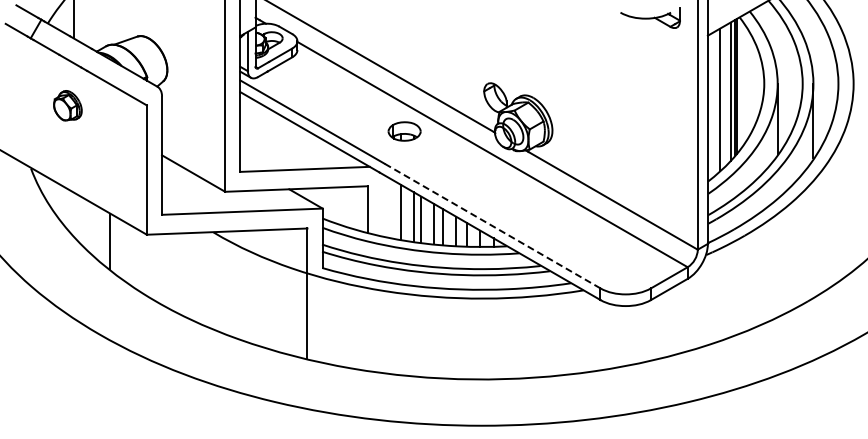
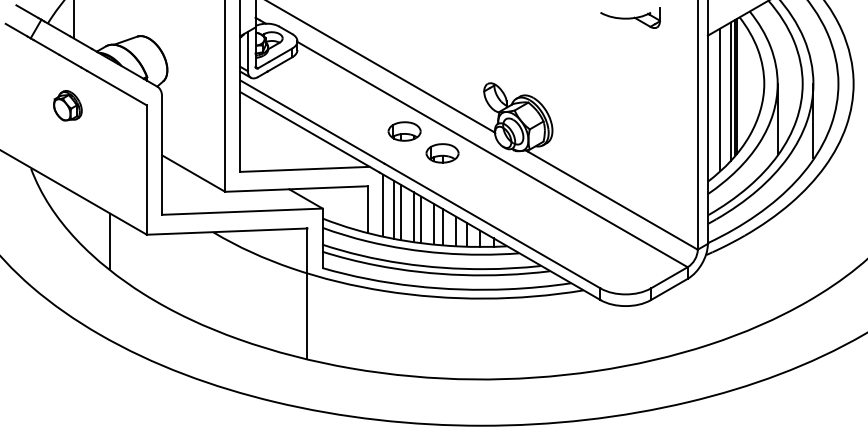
part at (650, 17) position: (650, 17) -> (630, 17)
part at (442, 153): none -> present
line at (383, 205): none -> present
line at (394, 209): none -> present
line at (492, 226): dashed -> solid
